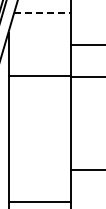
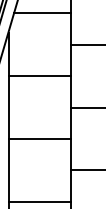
line at (42, 13): dashed -> solid
line at (86, 76) position: (86, 76) -> (86, 107)
line at (39, 138): none -> present
